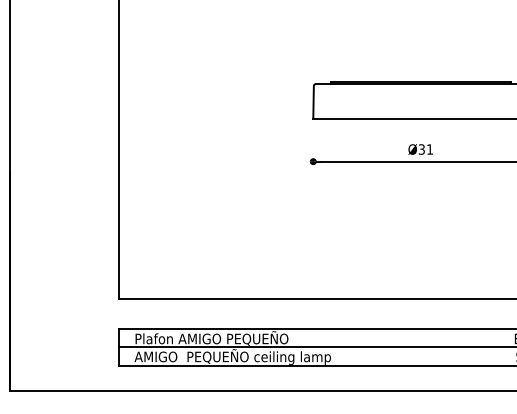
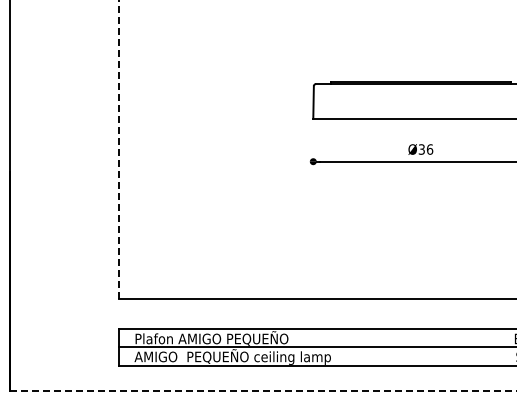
line at (118, 149): solid -> dashed
text at (429, 149): Ø31 -> Ø36
line at (264, 390): solid -> dashed
